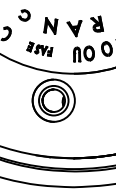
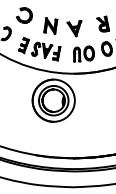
part at (24, 15) size: 13x13 px -> 17x17 px
part at (96, 23) position: (96, 23) -> (102, 23)
part at (39, 49) size: 28x17 px -> 44x25 px
